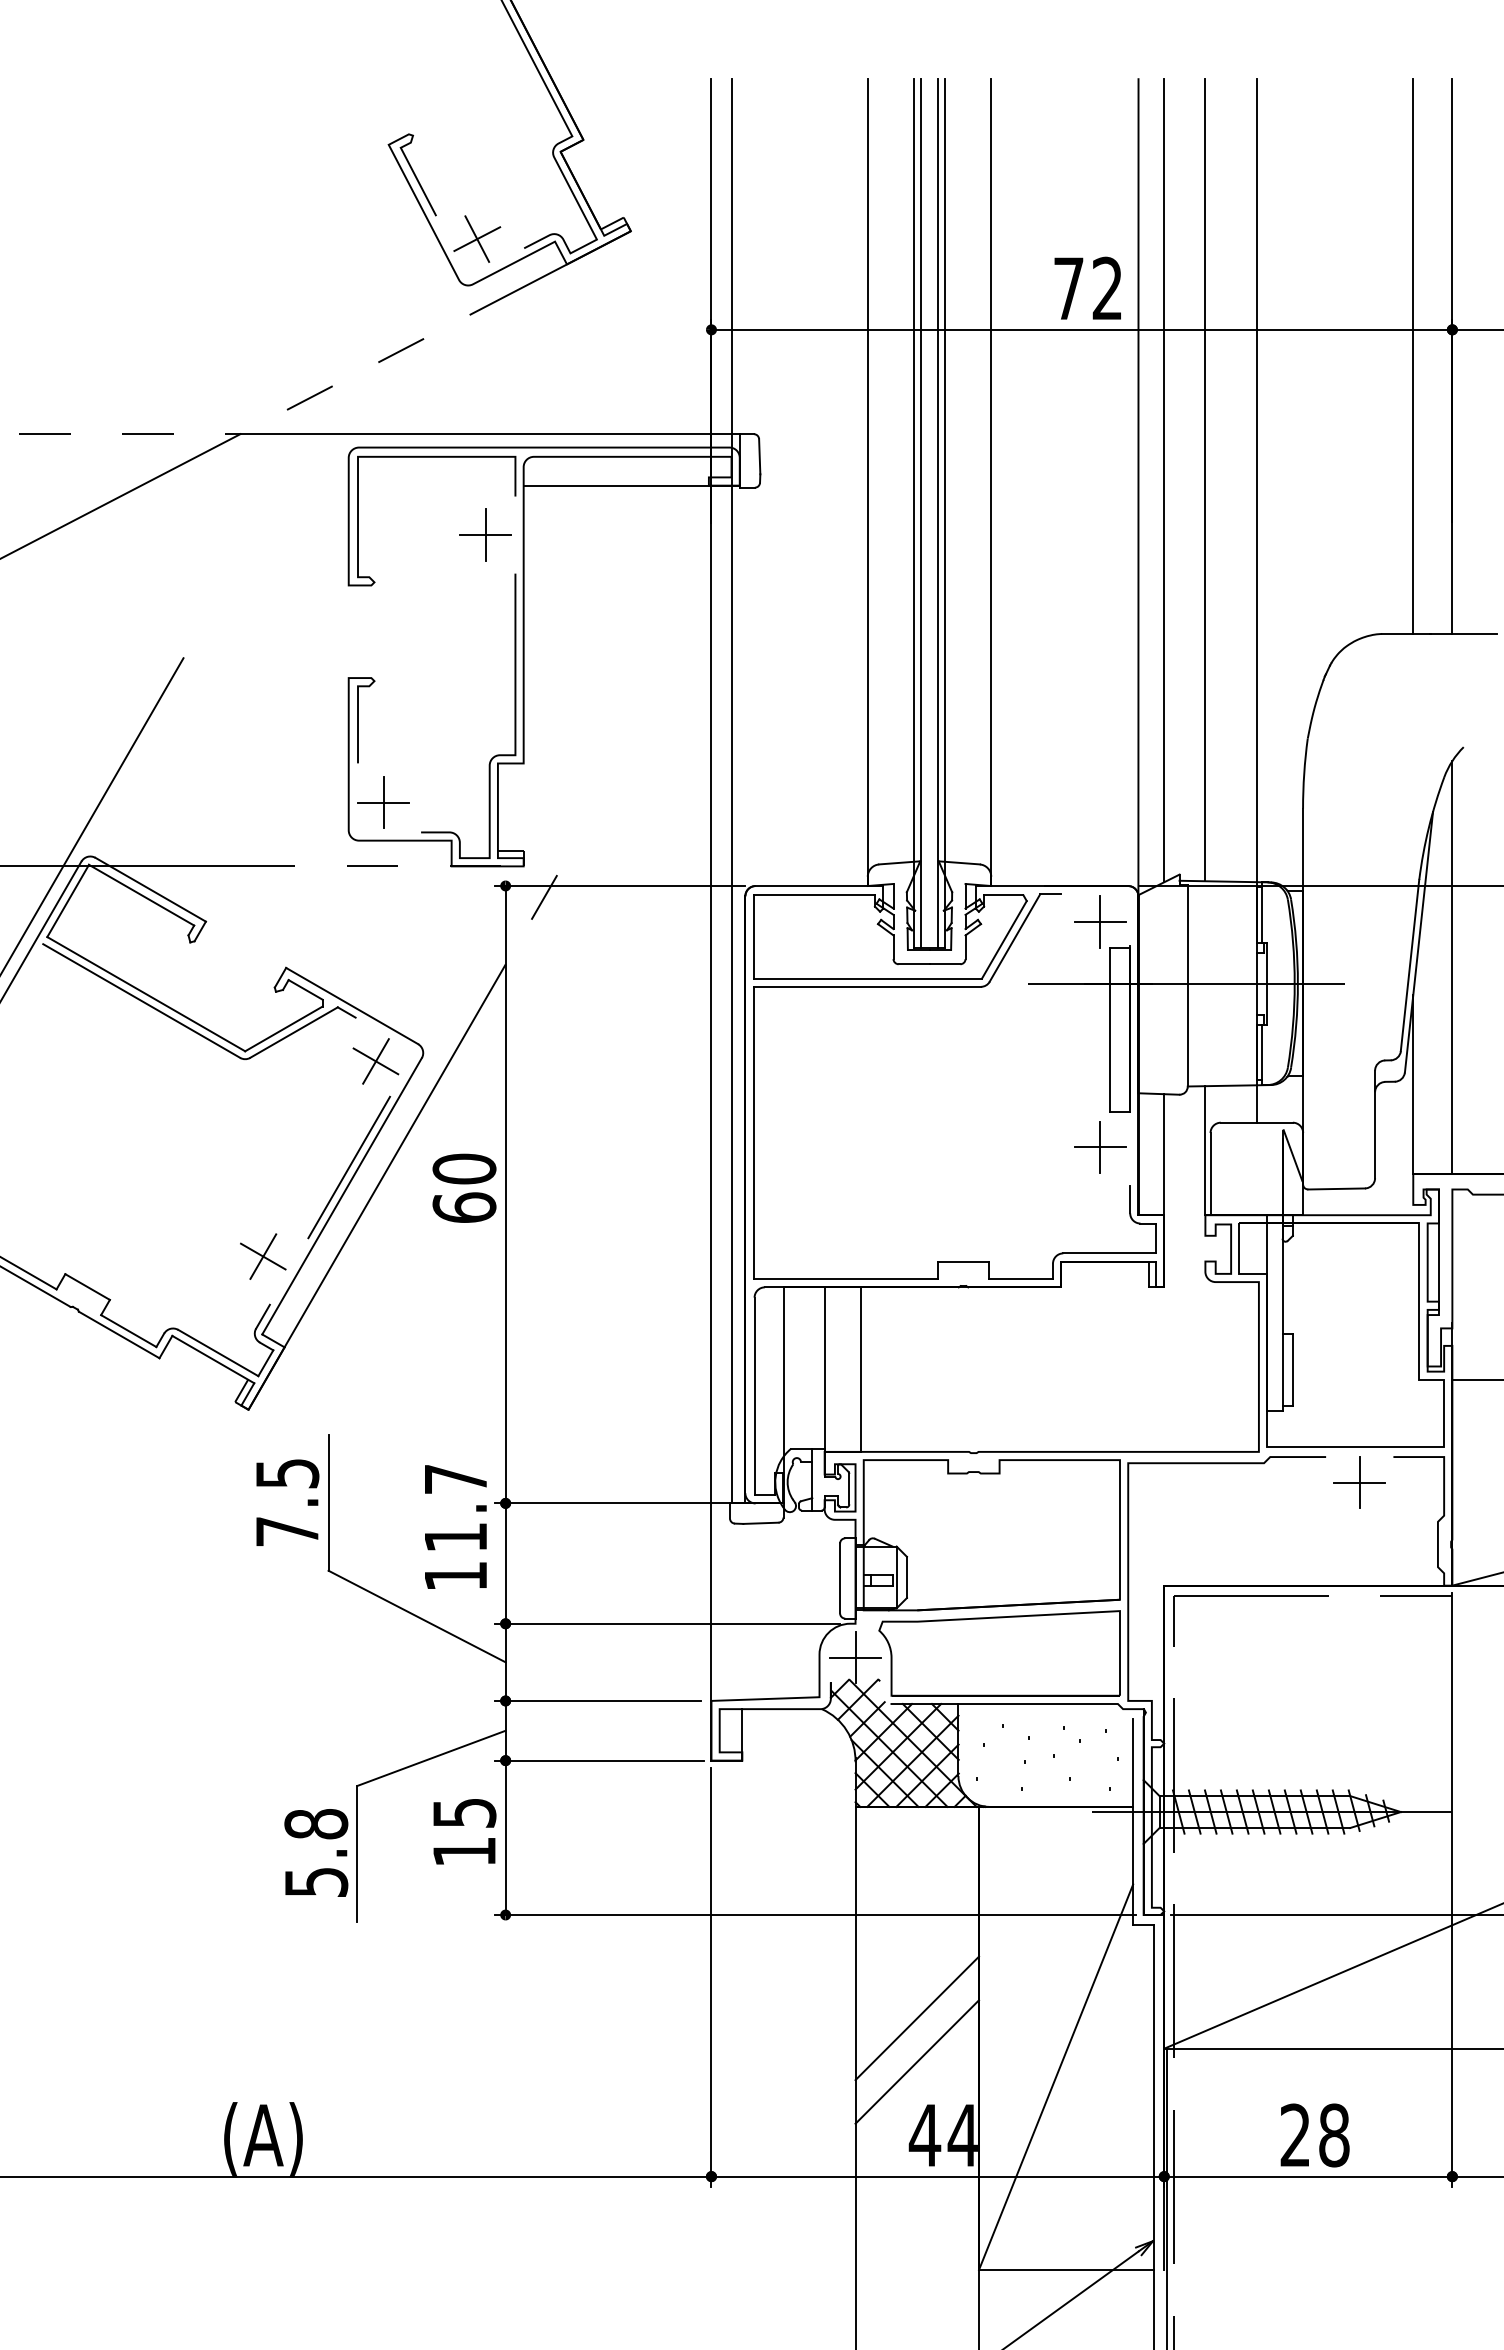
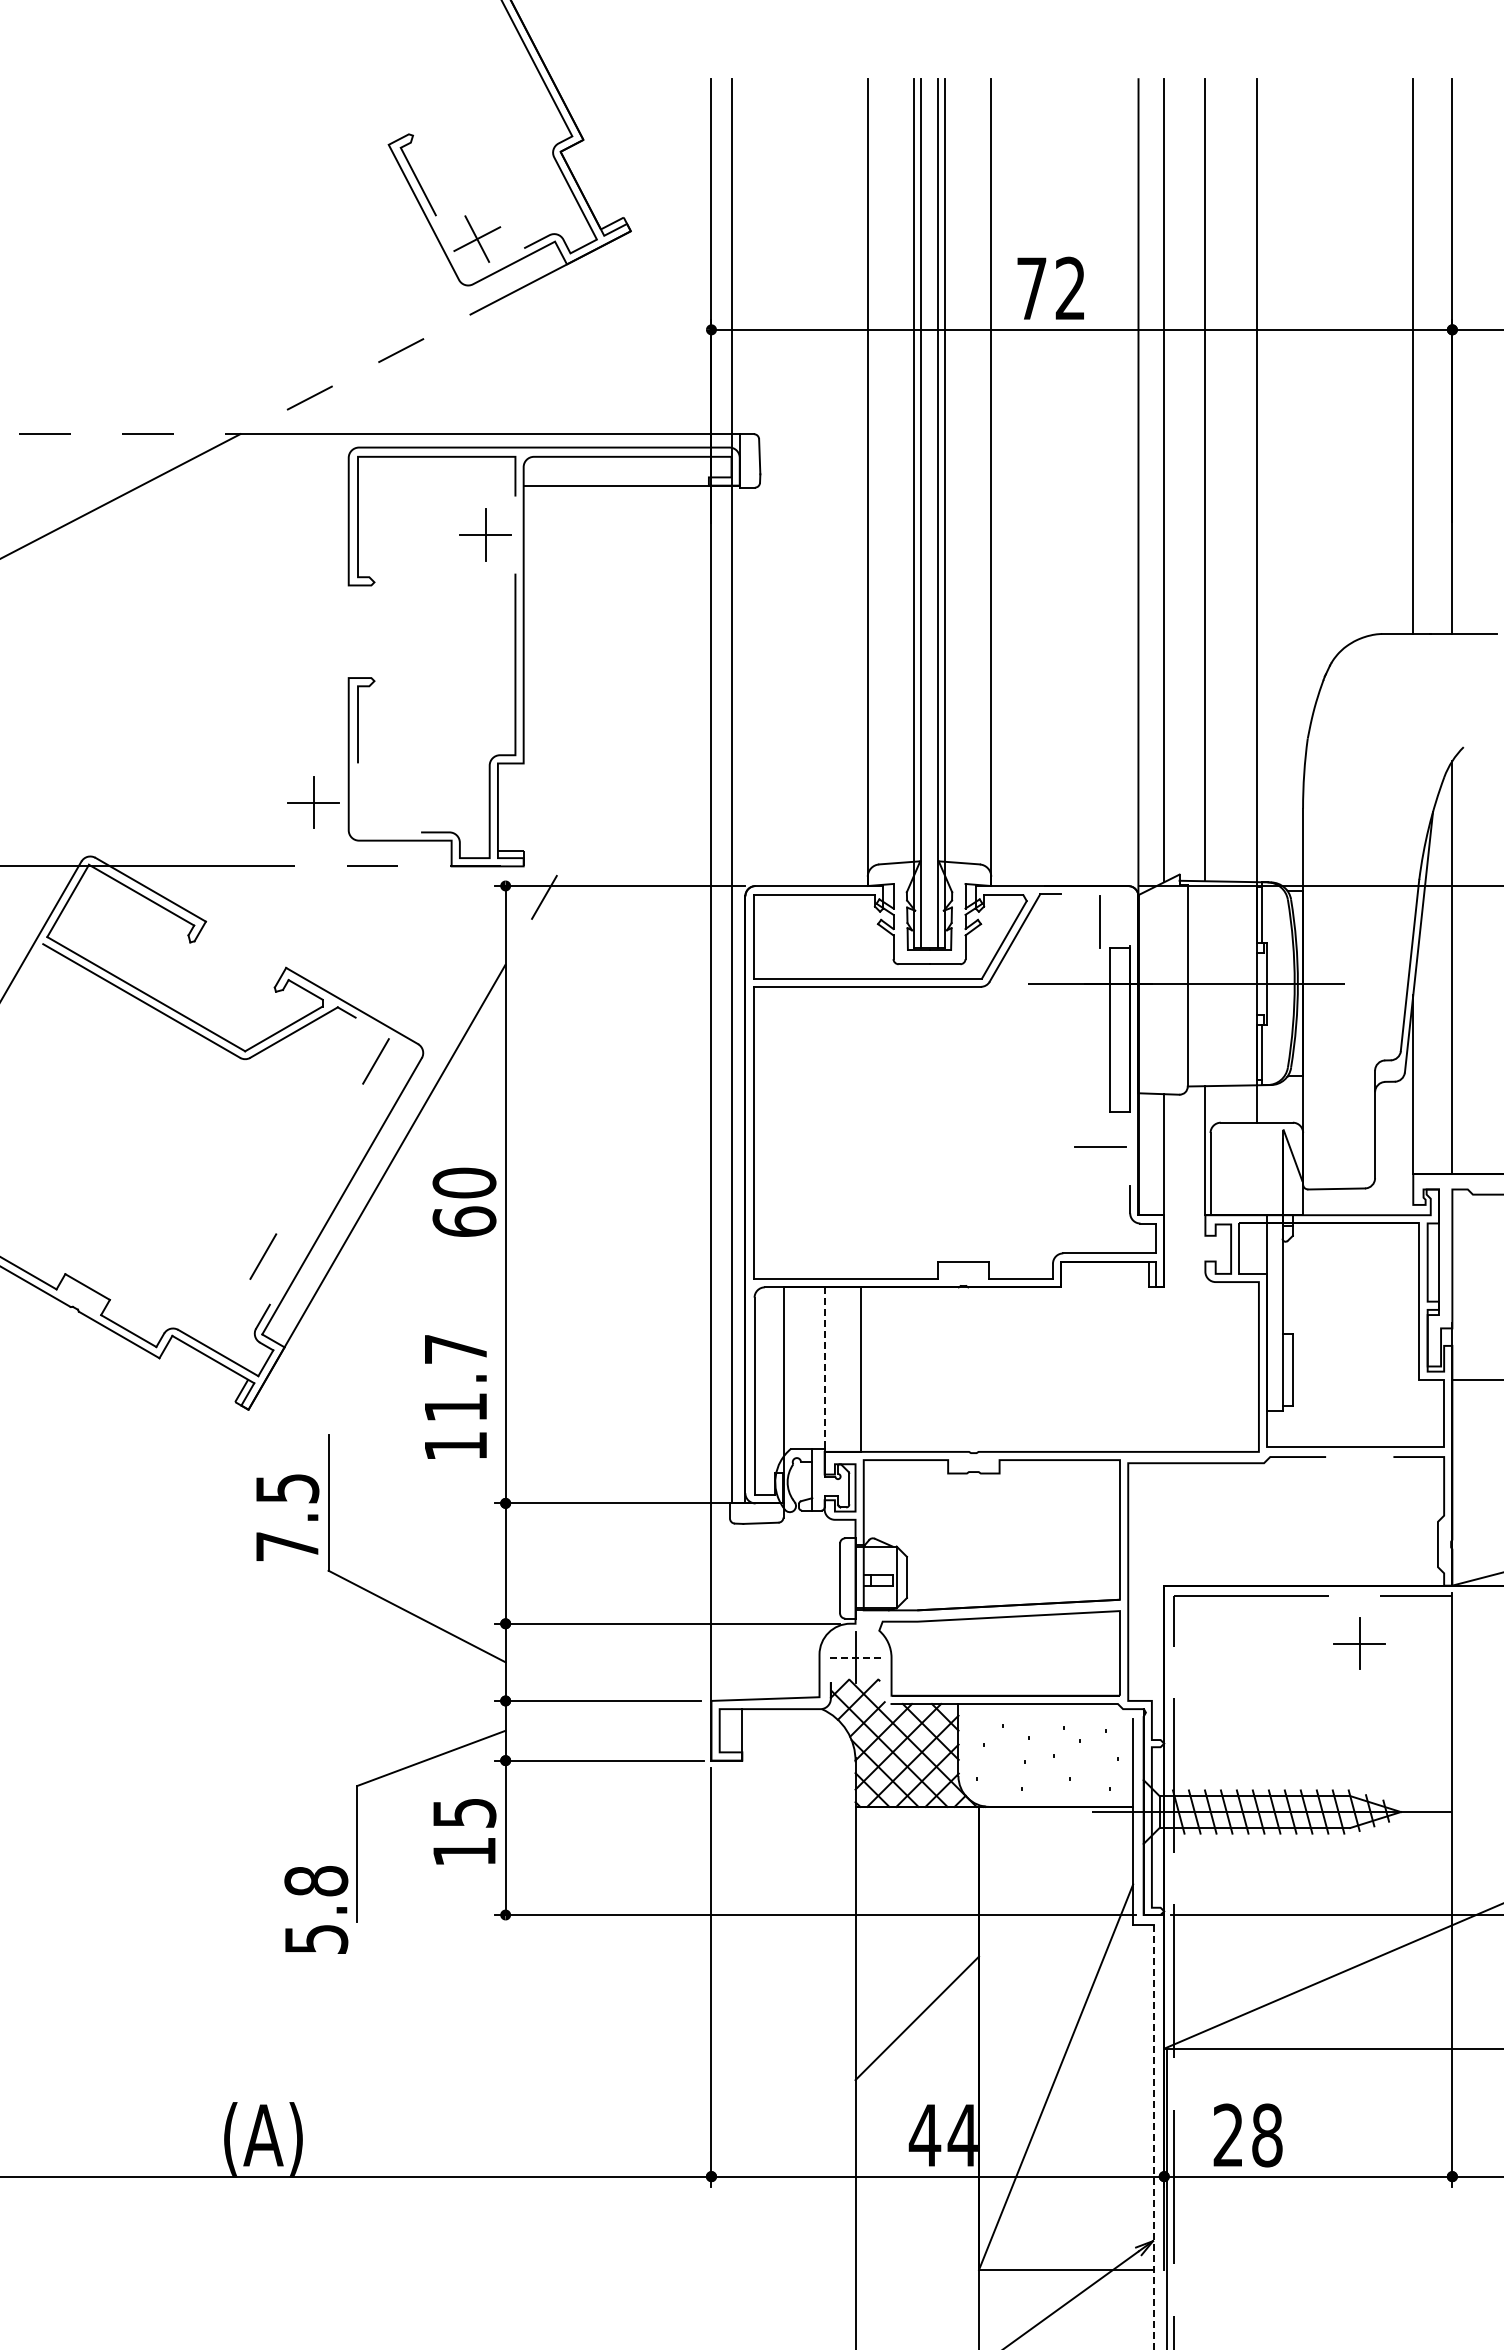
text at (1087, 287) position: (1087, 287) -> (1050, 287)
part at (383, 802) position: (383, 802) -> (313, 802)
line at (92, 814): present -> none
line at (1100, 922): present -> none
line at (375, 1061): present -> none
line at (1100, 1147): present -> none
line at (349, 1167): present -> none
text at (464, 1187) position: (464, 1187) -> (464, 1201)
line at (263, 1256): present -> none
line at (824, 1370): solid -> dashed
part at (1359, 1482) position: (1359, 1482) -> (1359, 1643)
text at (287, 1502) position: (287, 1502) -> (287, 1517)
text at (455, 1526) position: (455, 1526) -> (455, 1396)
line at (855, 1657): solid -> dashed
text at (316, 1852) position: (316, 1852) -> (316, 1909)
line at (917, 2061): present -> none
text at (1314, 2135) position: (1314, 2135) -> (1247, 2135)
line at (1153, 2137): solid -> dashed
